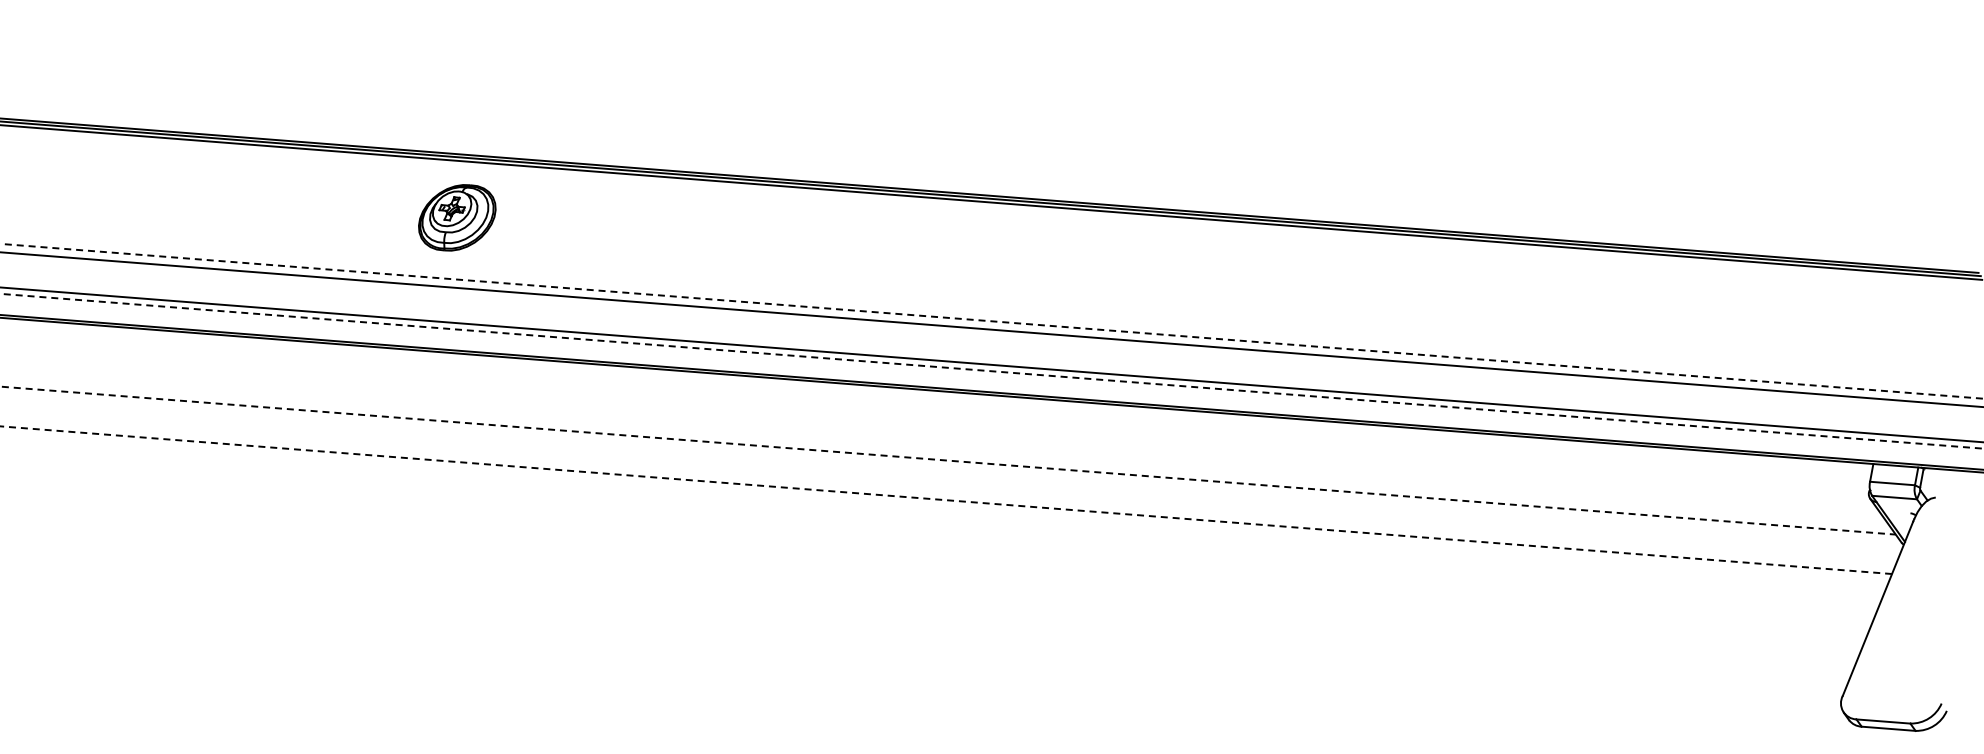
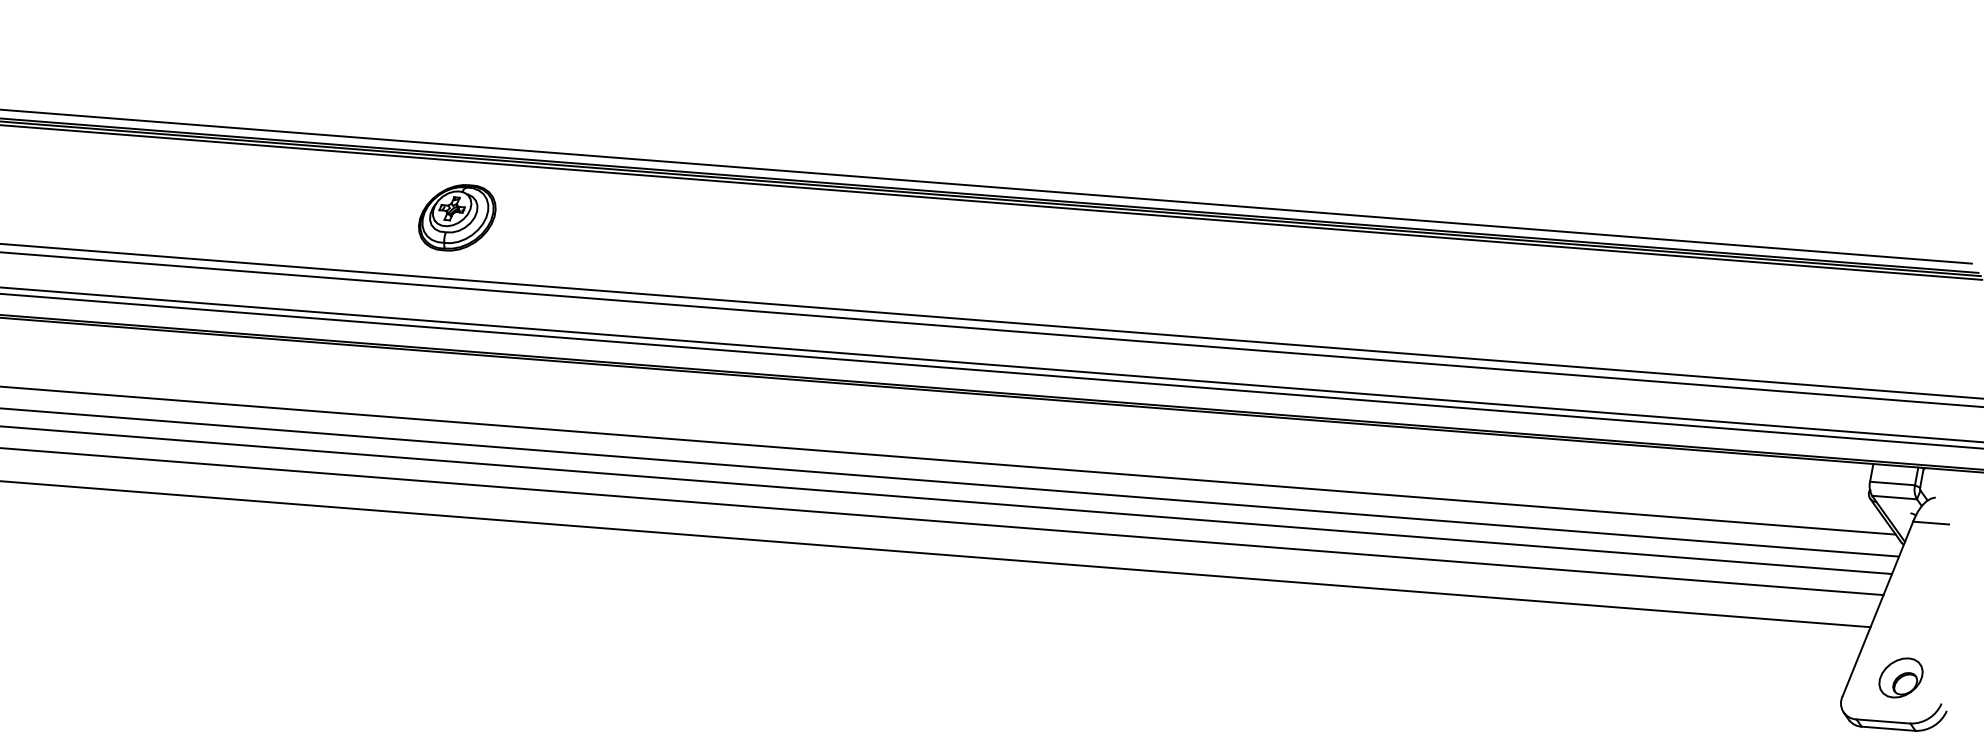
line at (986, 186): none -> present
line at (992, 321): dashed -> solid
line at (992, 371): dashed -> solid
line at (947, 460): dashed -> solid
line at (950, 482): none -> present
line at (946, 500): dashed -> solid
line at (942, 521): none -> present
line at (1931, 522): none -> present
line at (936, 554): none -> present
part at (1900, 677): none -> present
